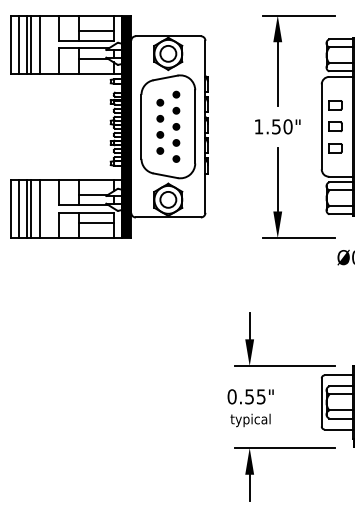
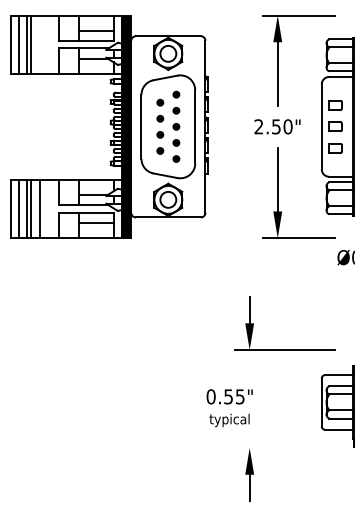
line at (40, 44): present -> none
text at (258, 126): 1.50" -> 2.50"
part at (284, 365) position: (284, 365) -> (284, 349)
text at (250, 408) position: (250, 408) -> (229, 408)
line at (284, 448): present -> none
